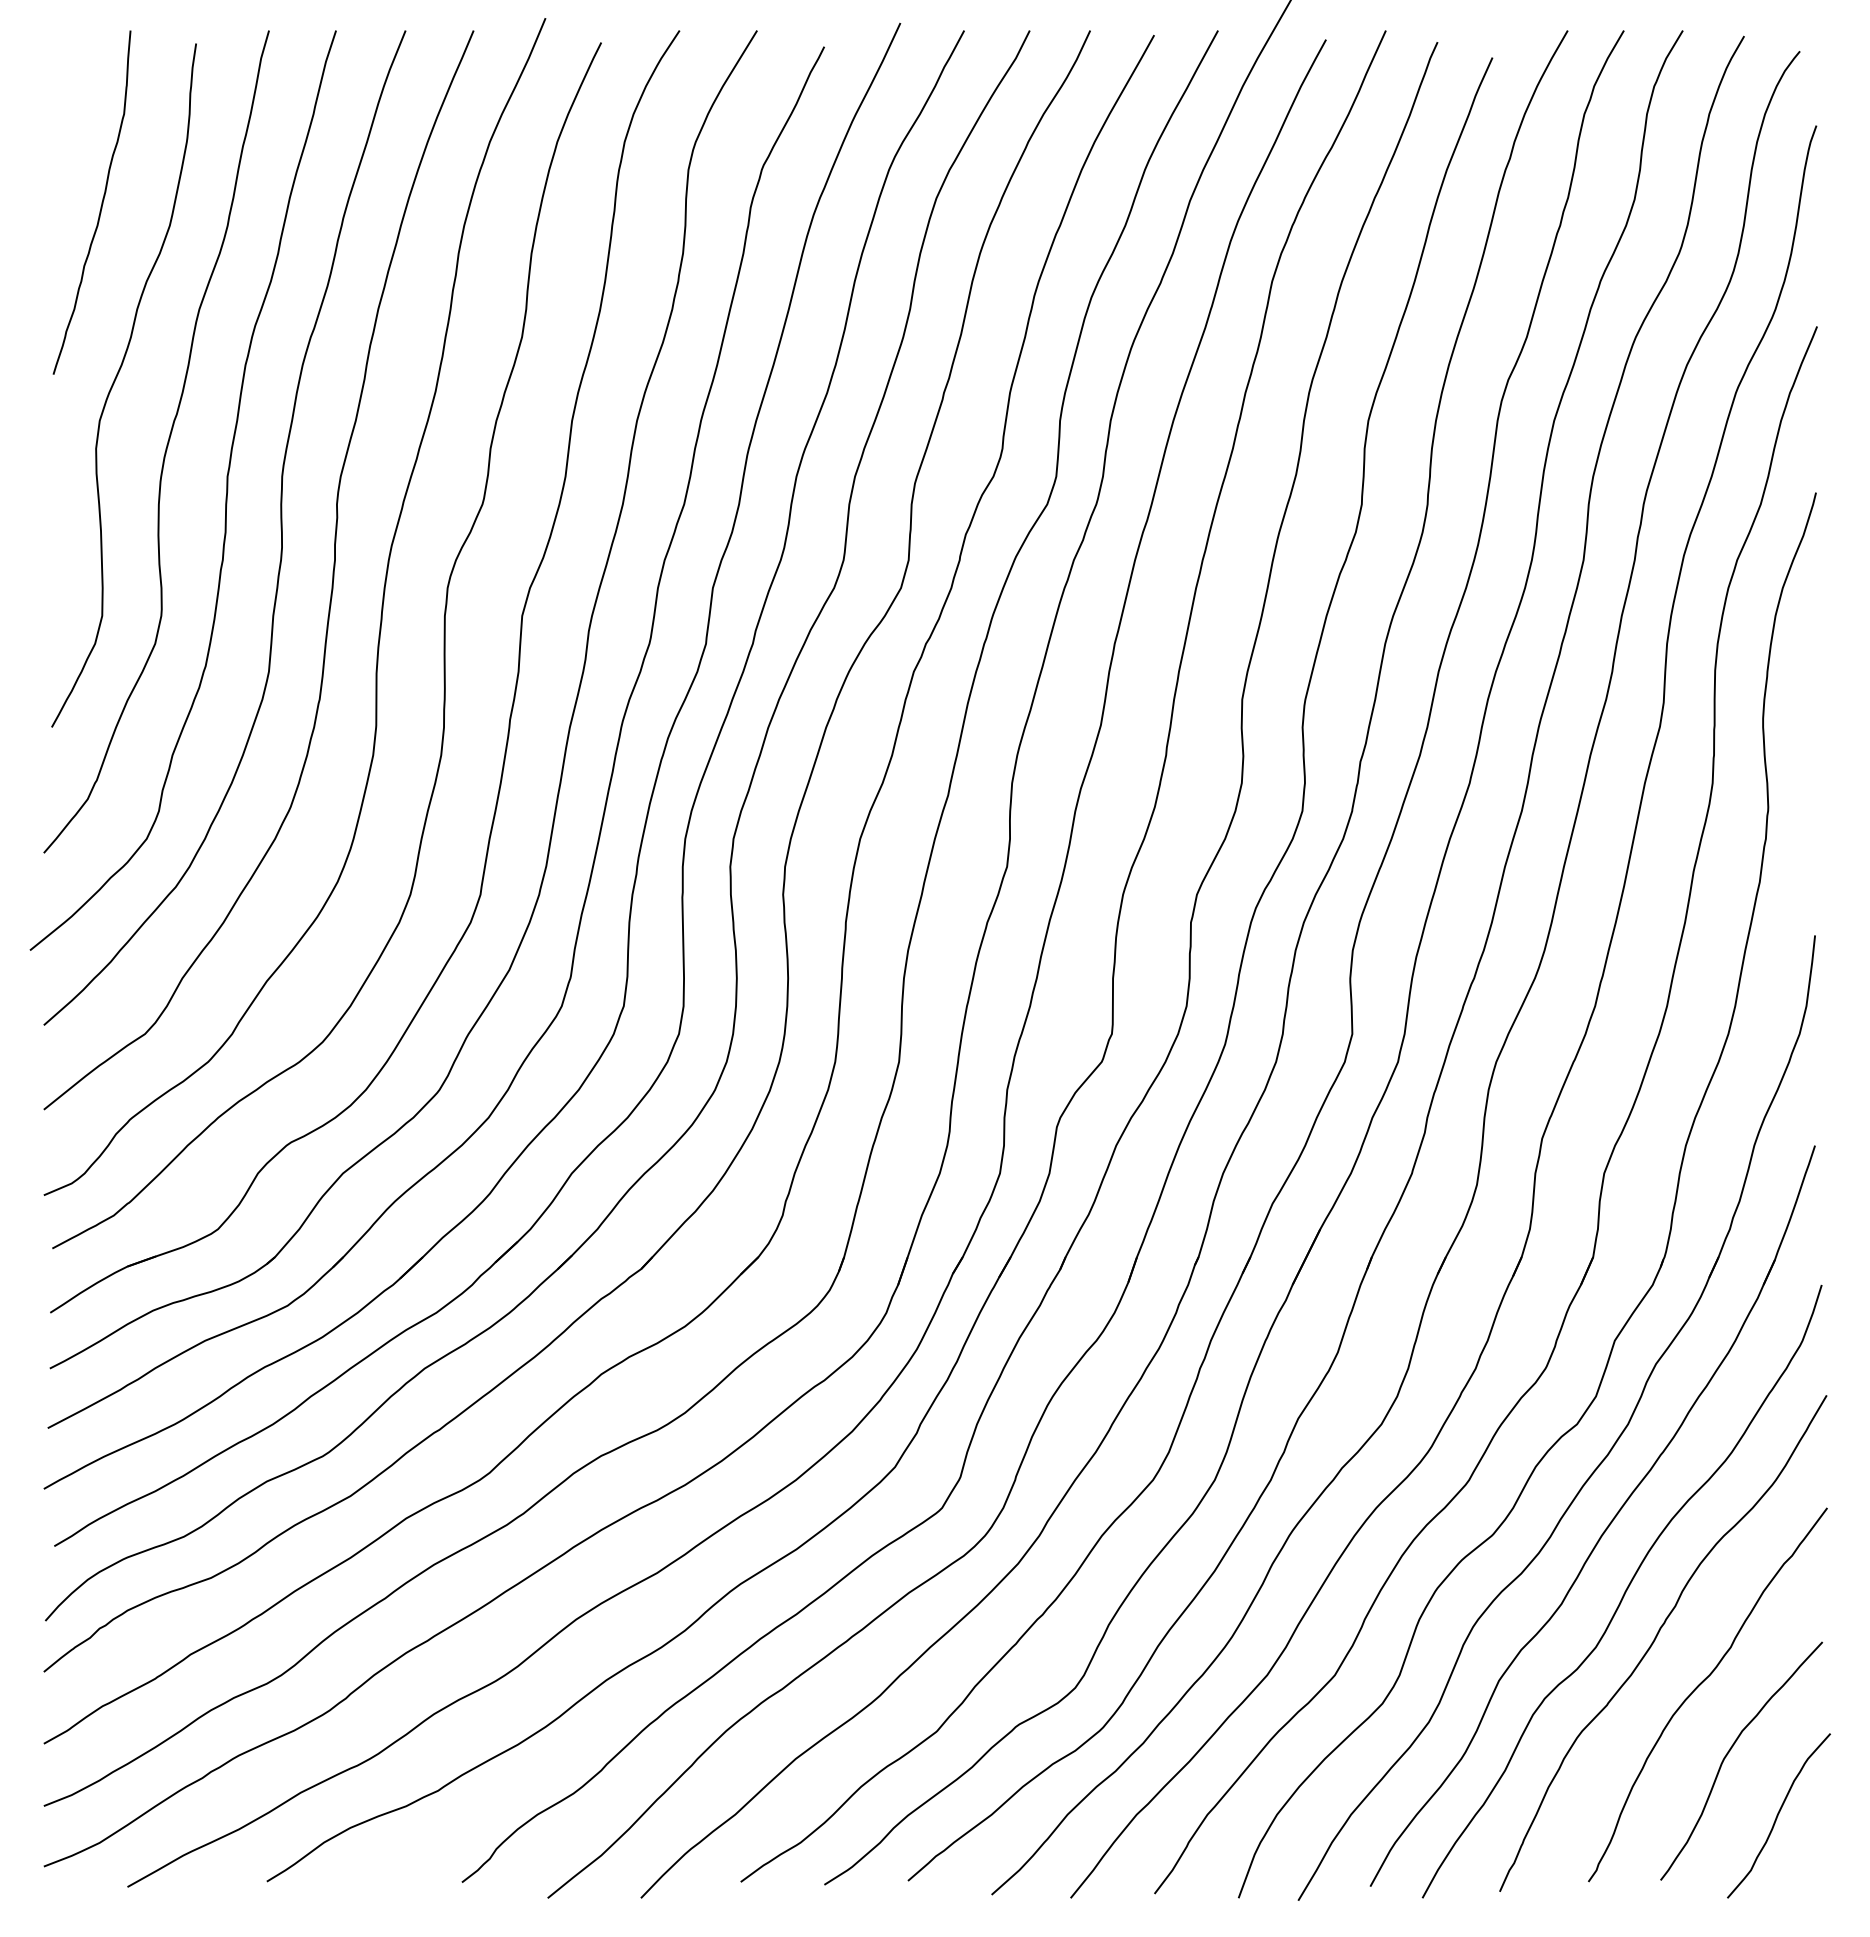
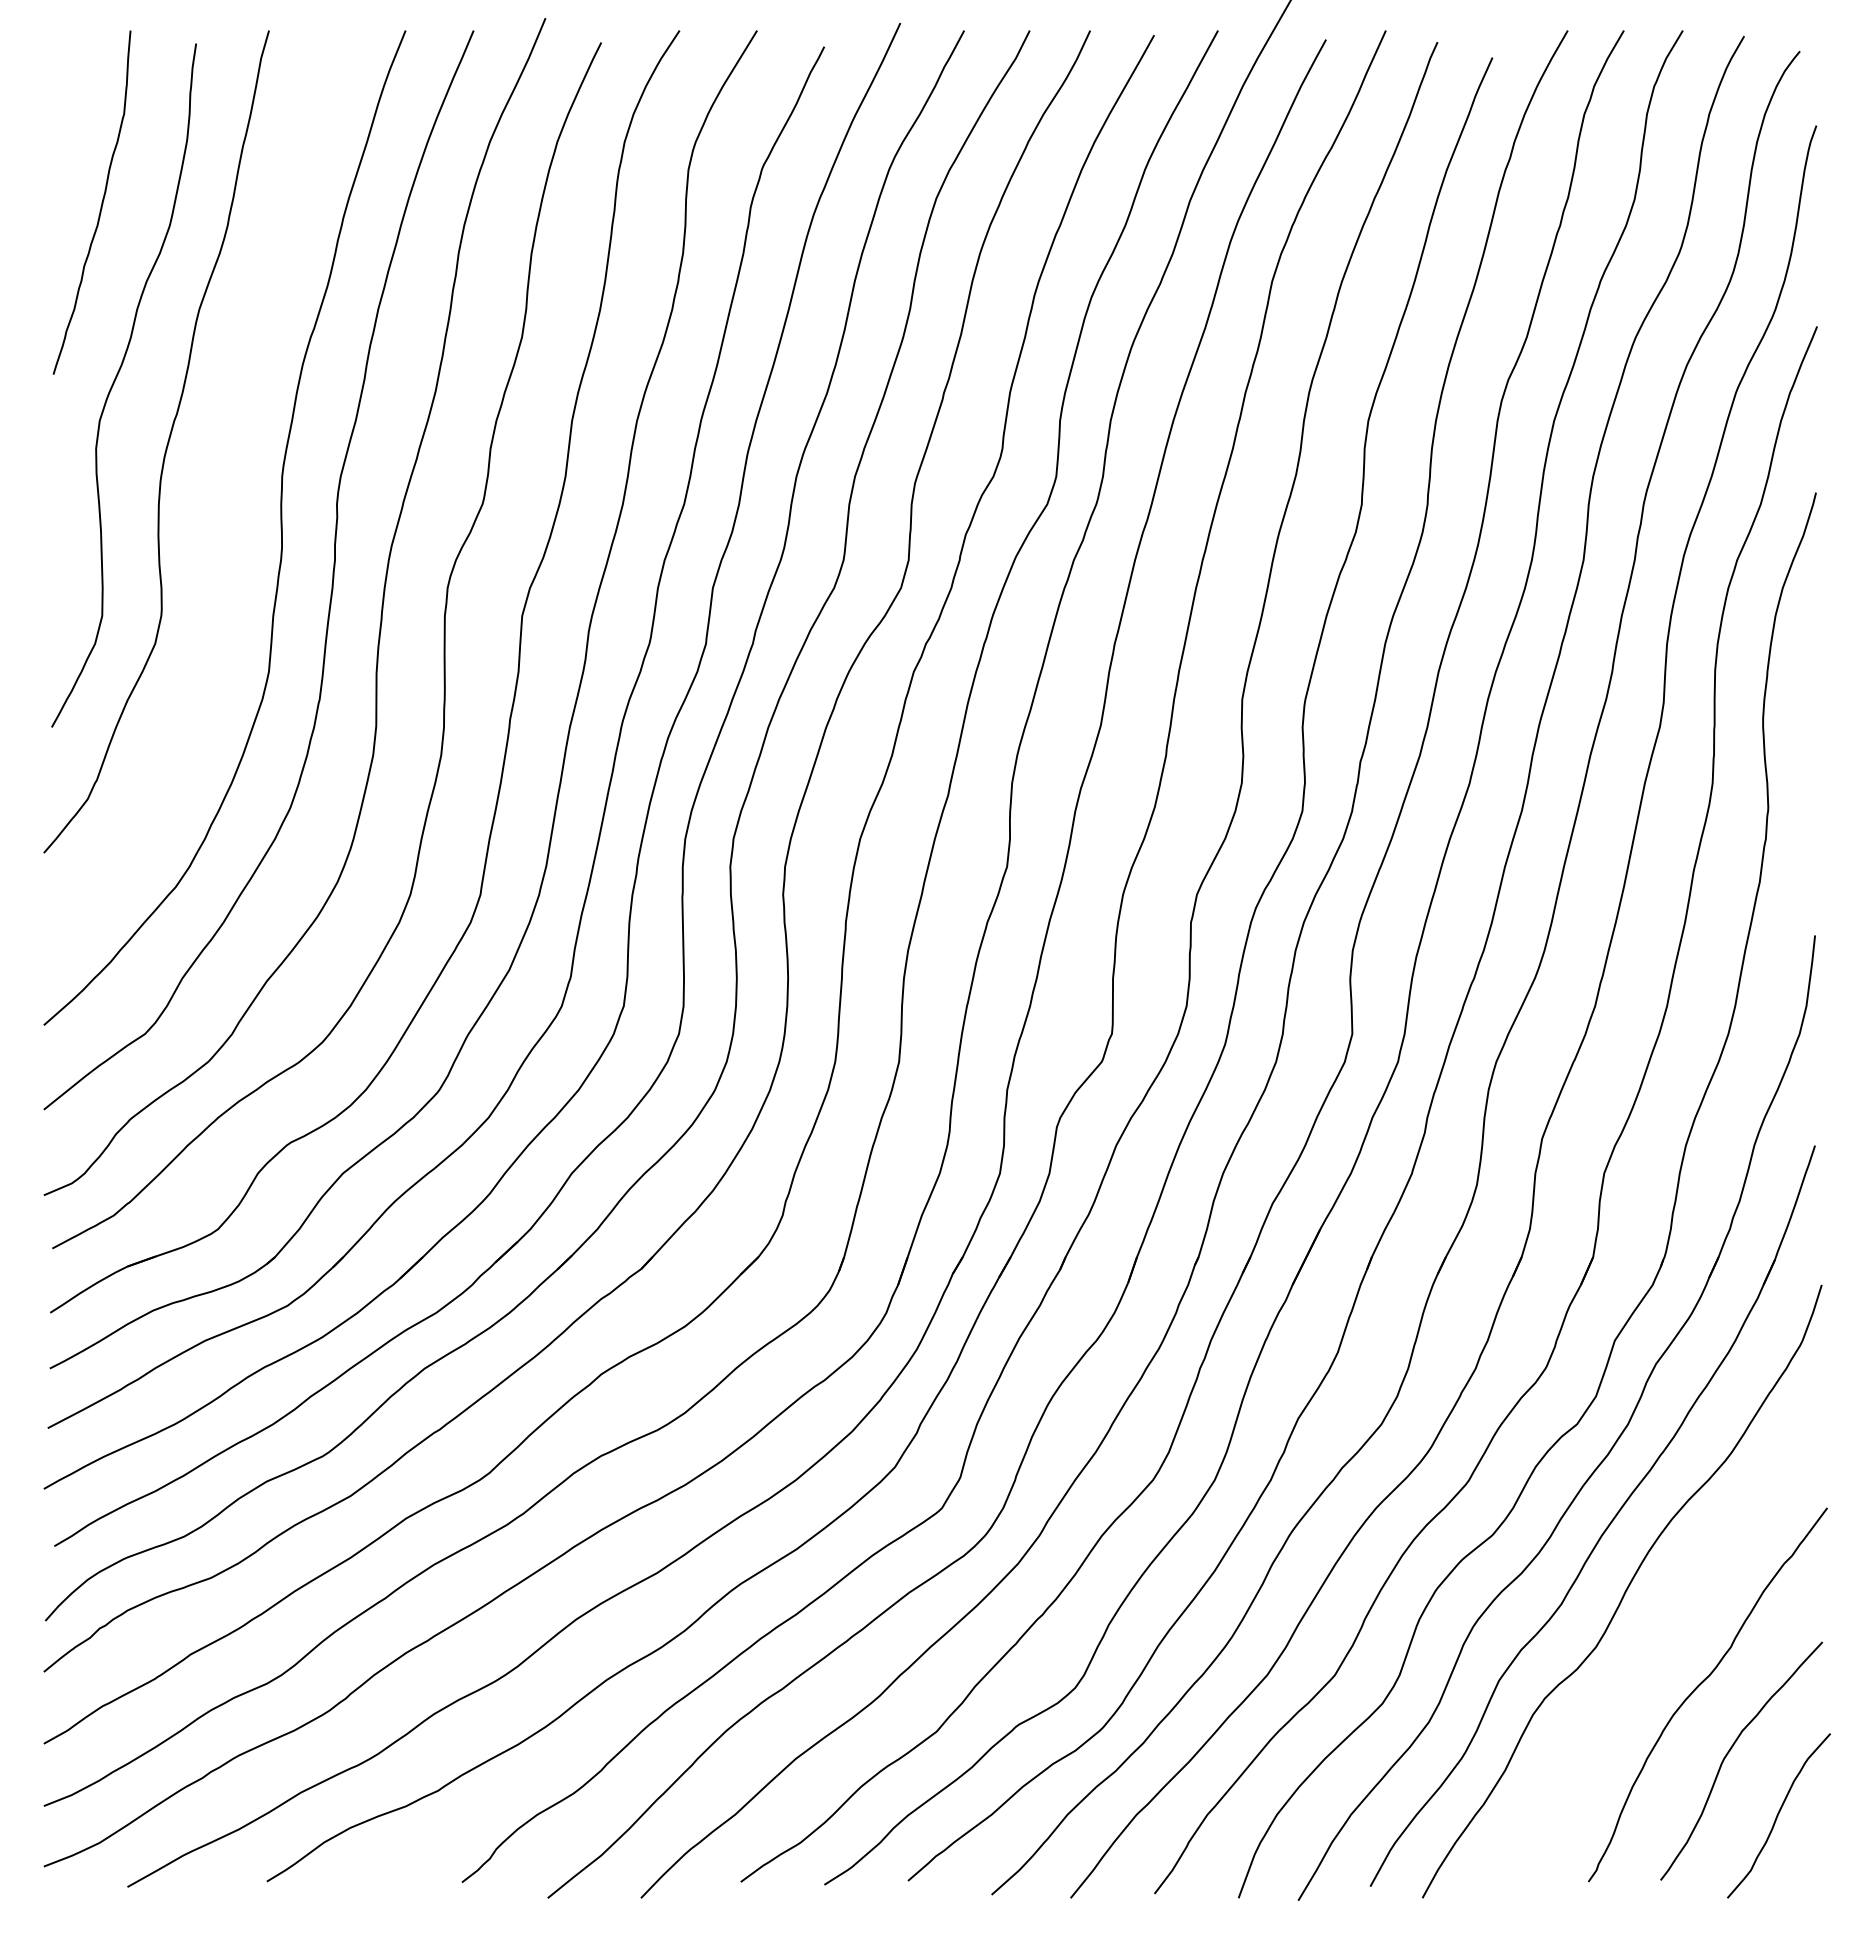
curve at (225, 496): present -> none
curve at (1655, 1640): present -> none
